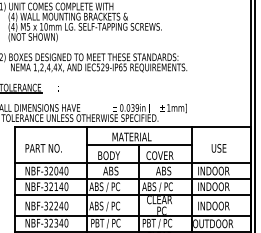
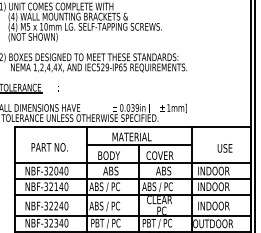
text at (43, 148) position: (43, 148) -> (49, 147)
text at (218, 148) position: (218, 148) -> (224, 148)
